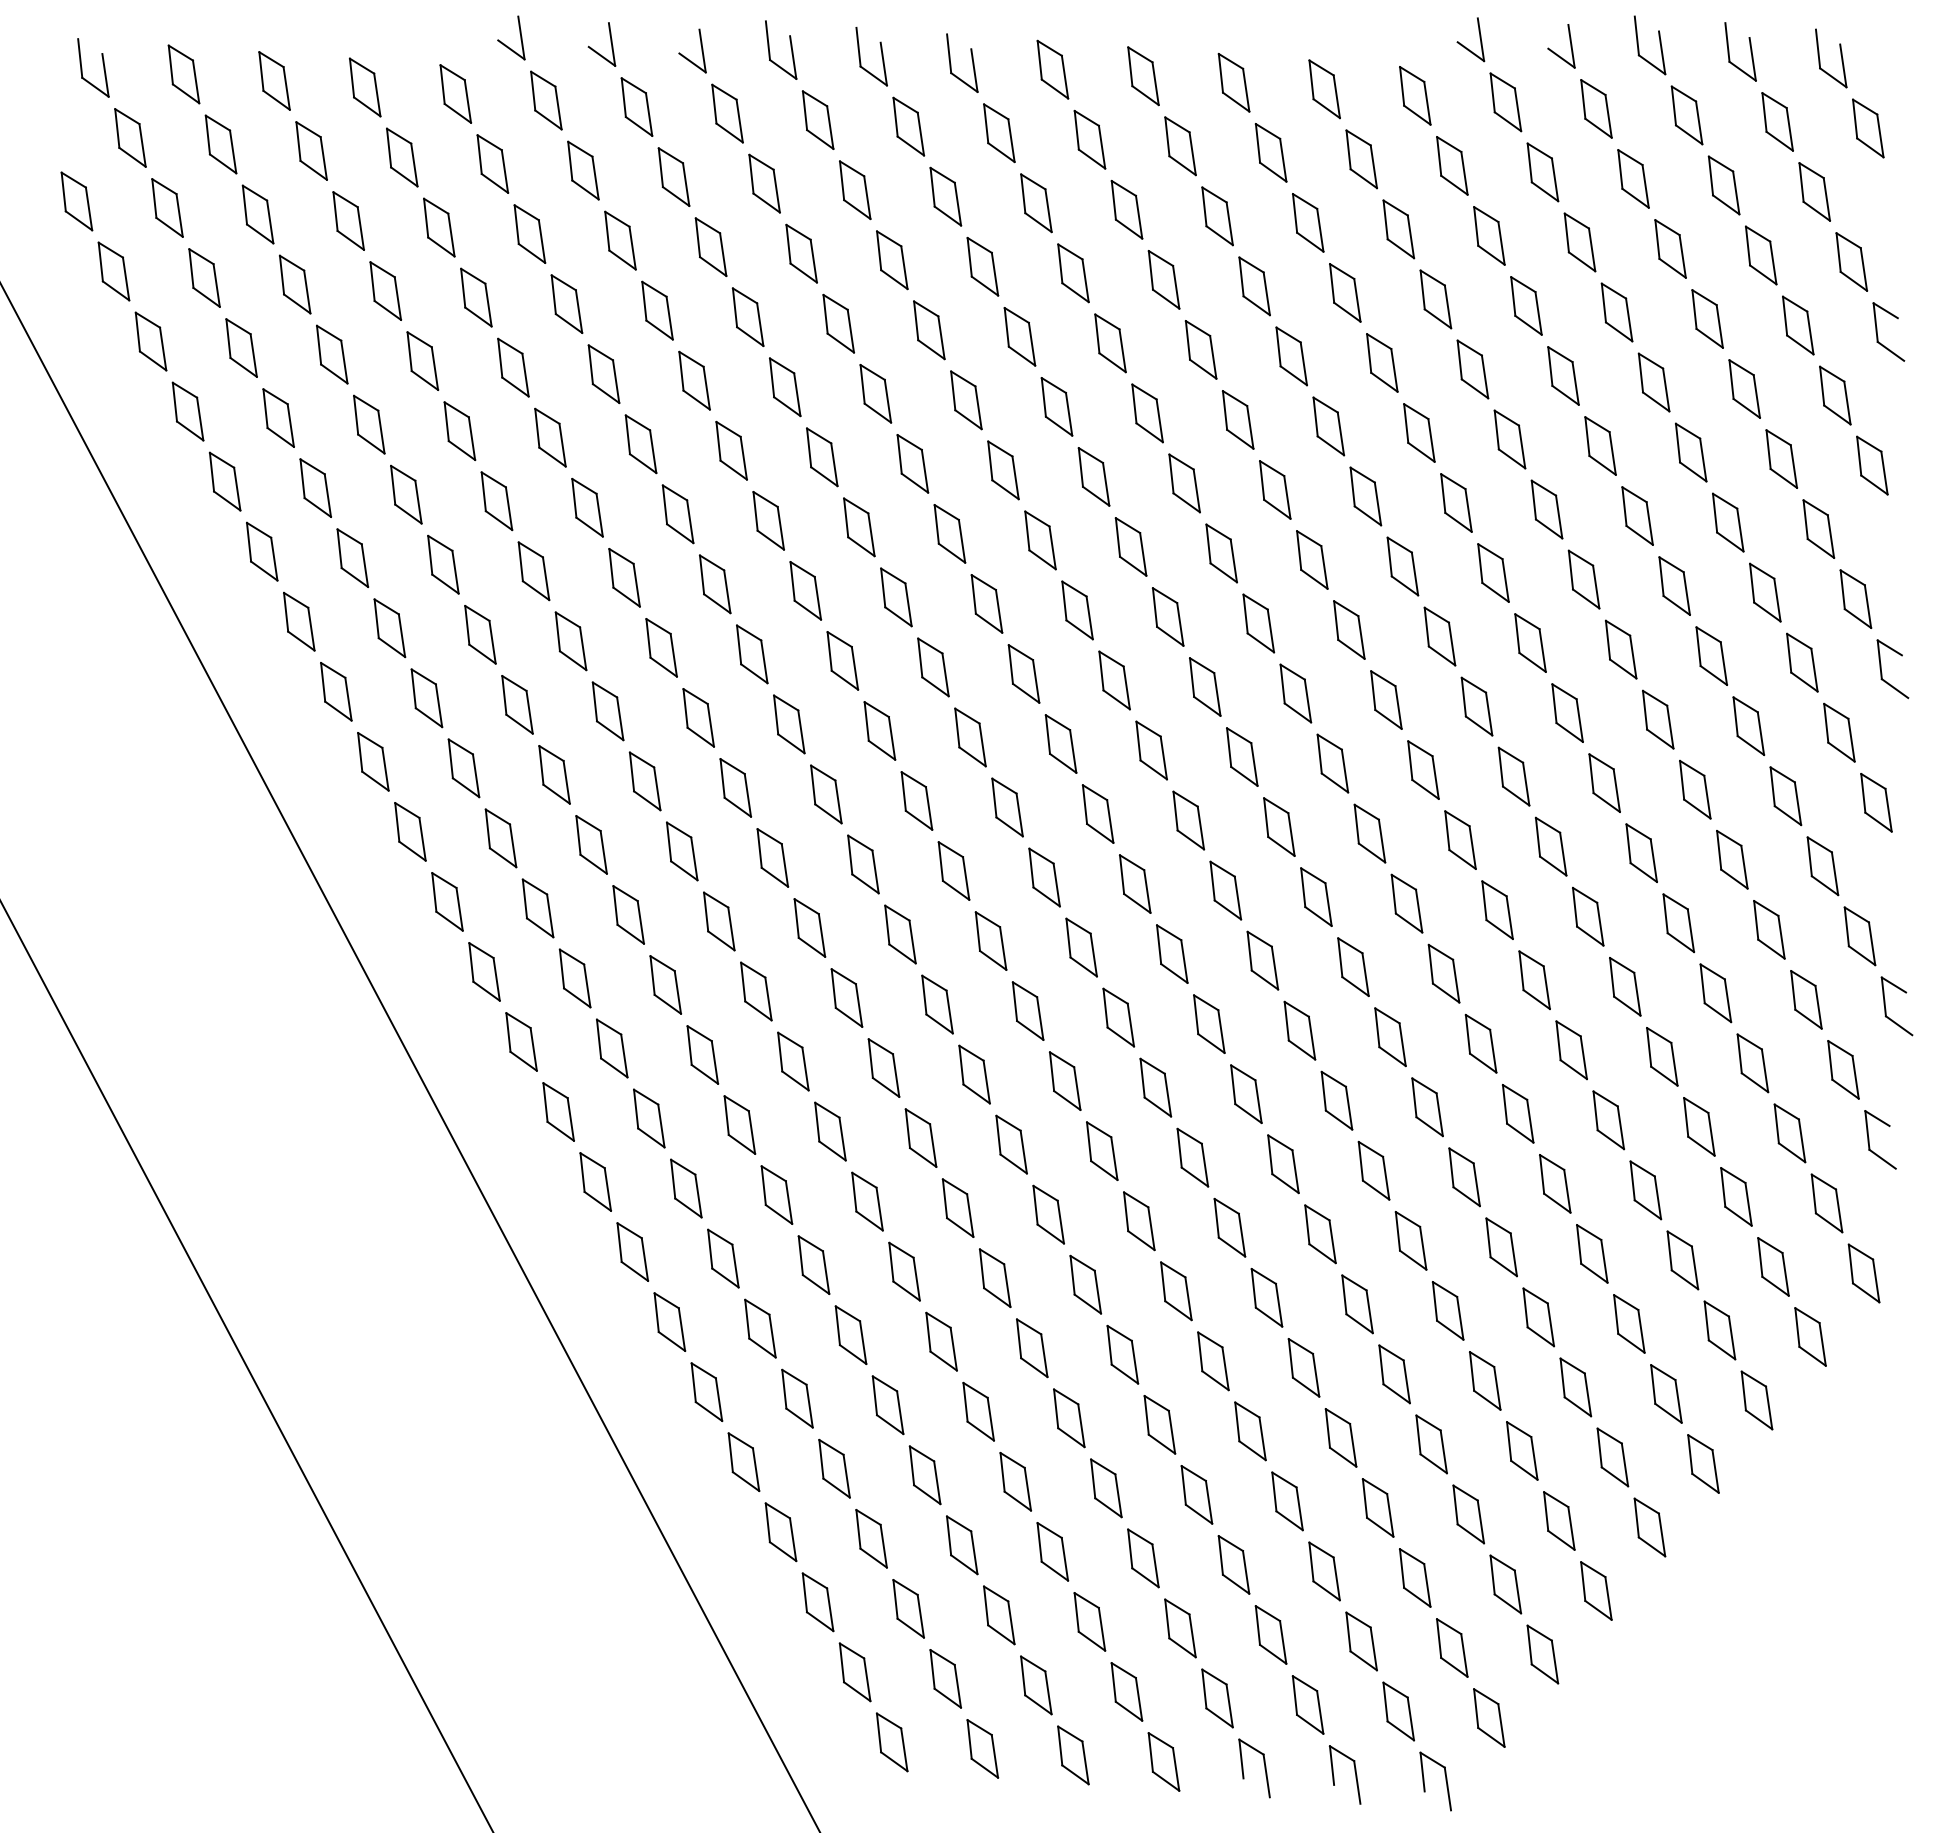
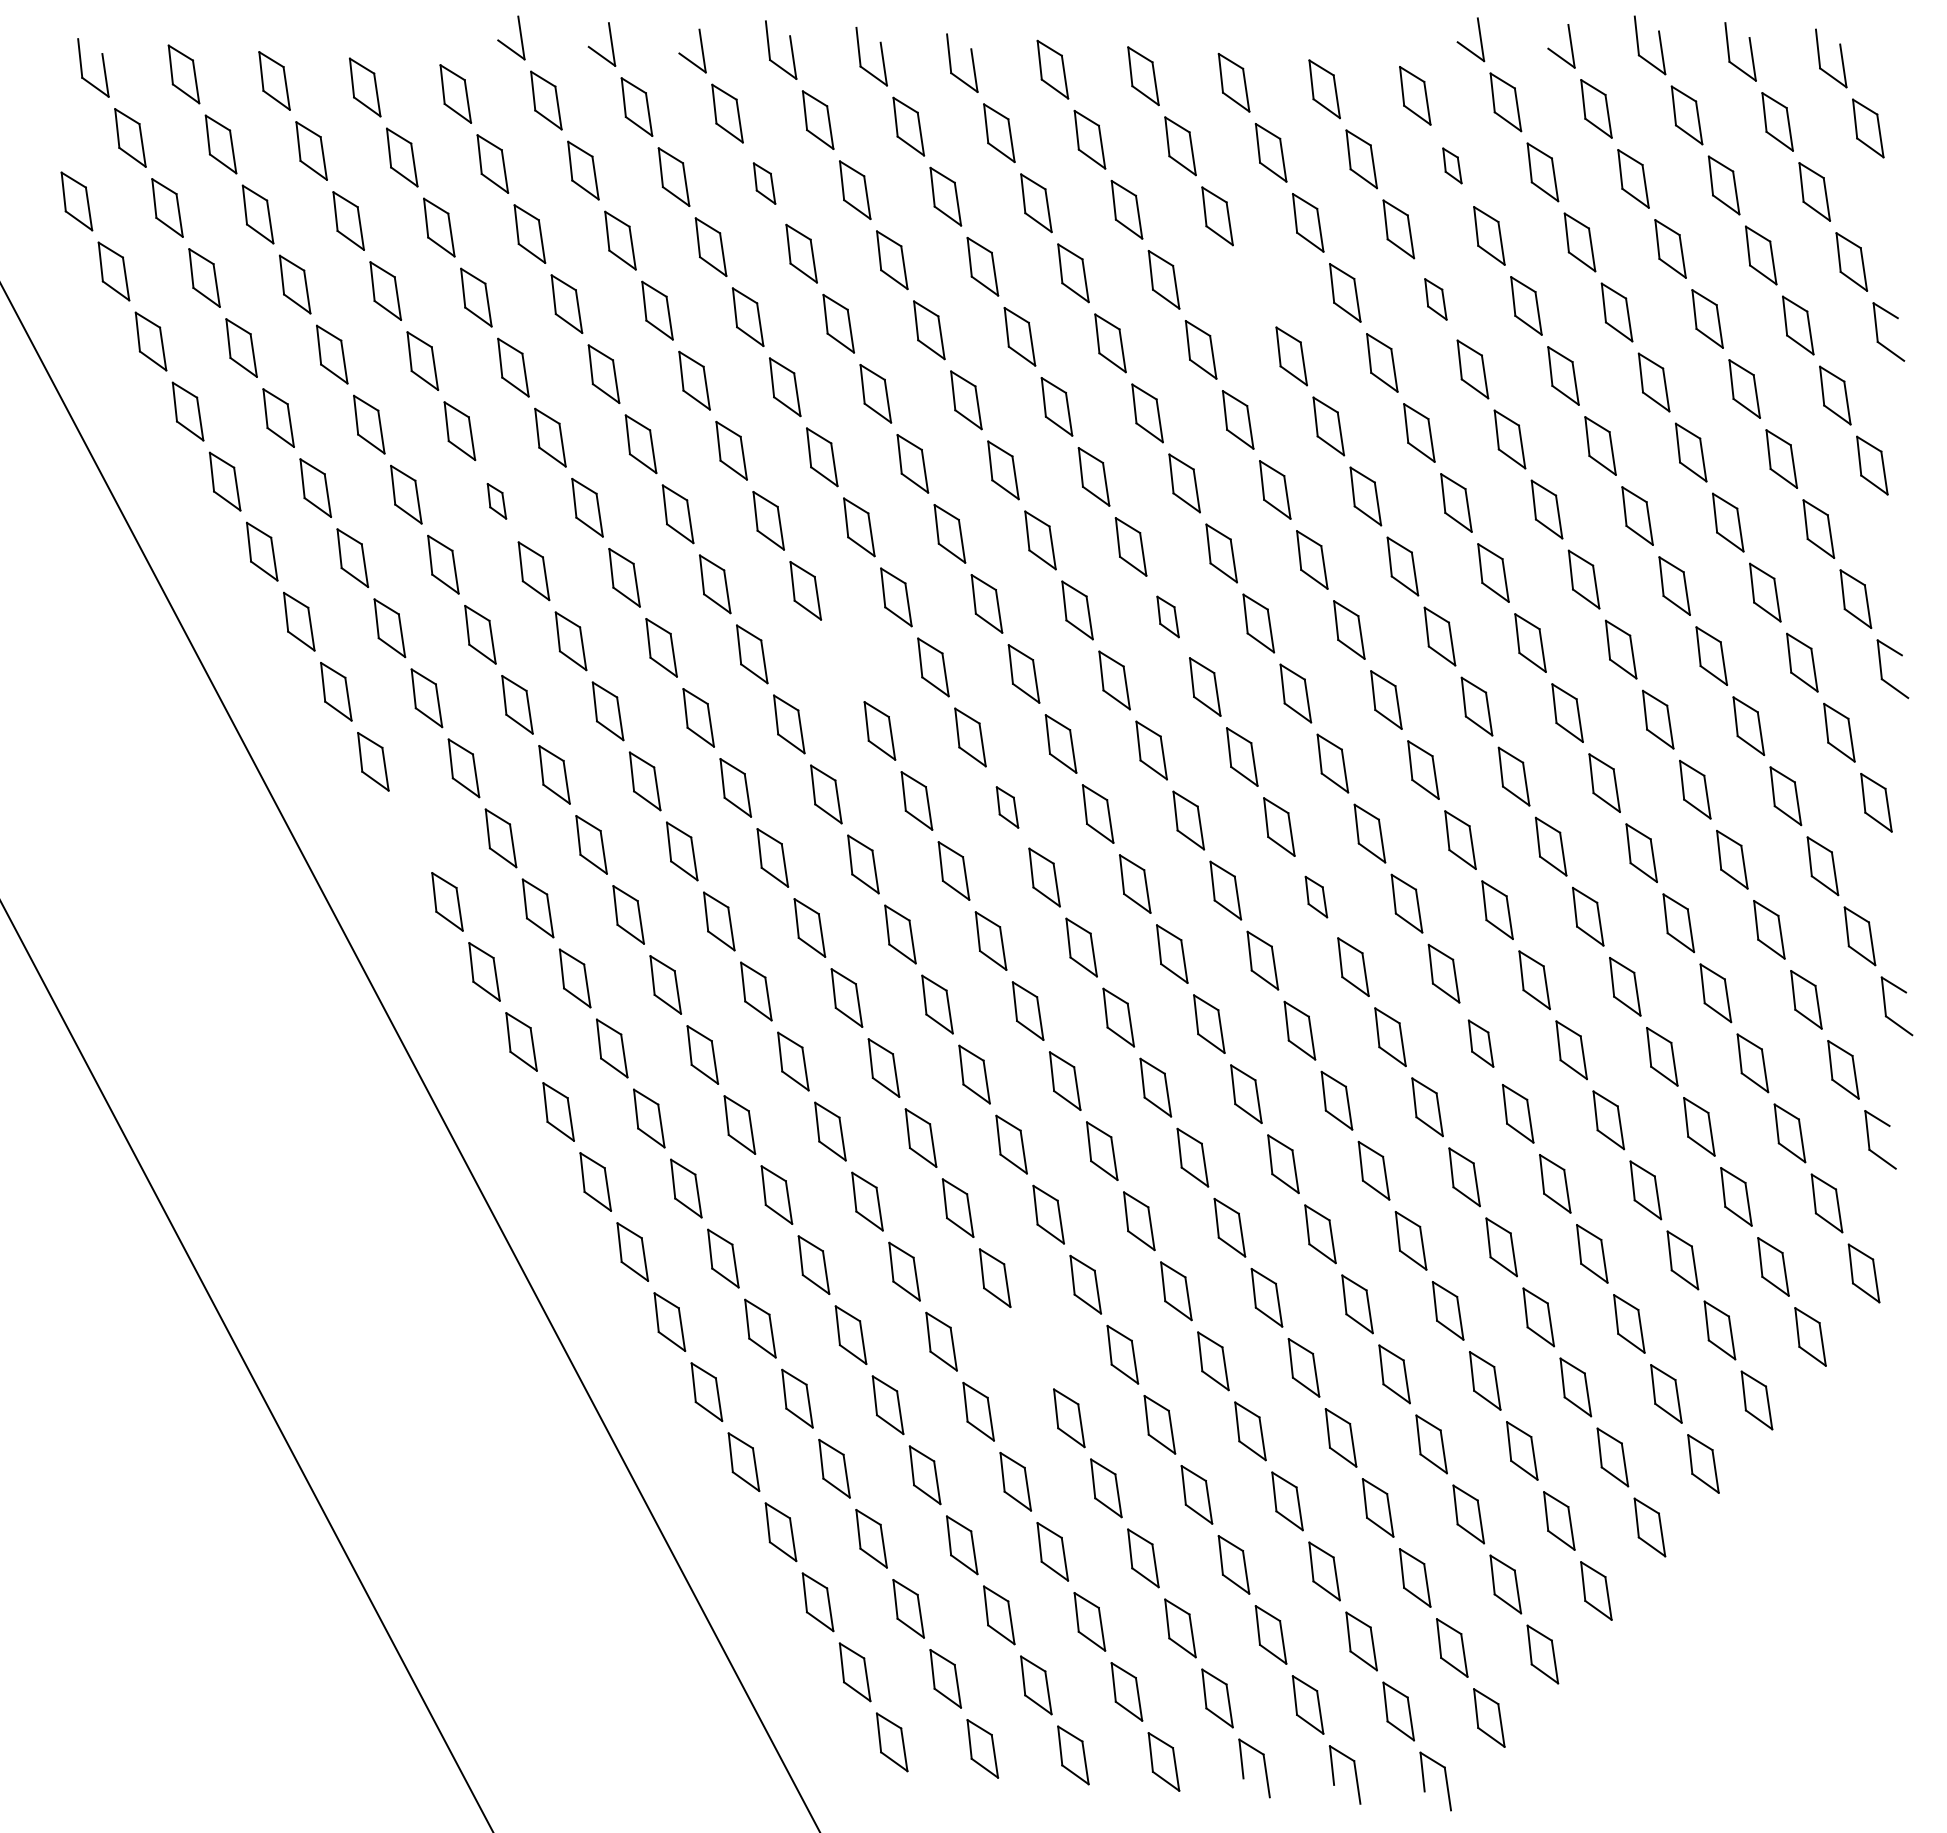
part at (1452, 165) size: 33x60 px -> 21x38 px
part at (764, 183) size: 33x61 px -> 25x43 px
part at (1254, 286): present -> none
part at (1435, 299) size: 34x61 px -> 24x43 px
part at (496, 501) size: 34x61 px -> 22x37 px
part at (1167, 616) size: 34x60 px -> 24x44 px
part at (842, 660): present -> none
part at (1007, 807) size: 33x61 px -> 25x43 px
part at (410, 831): present -> none
part at (1316, 896) size: 33x60 px -> 25x44 px
part at (1480, 1043) size: 34x61 px -> 28x49 px
part at (1032, 1348): present -> none
